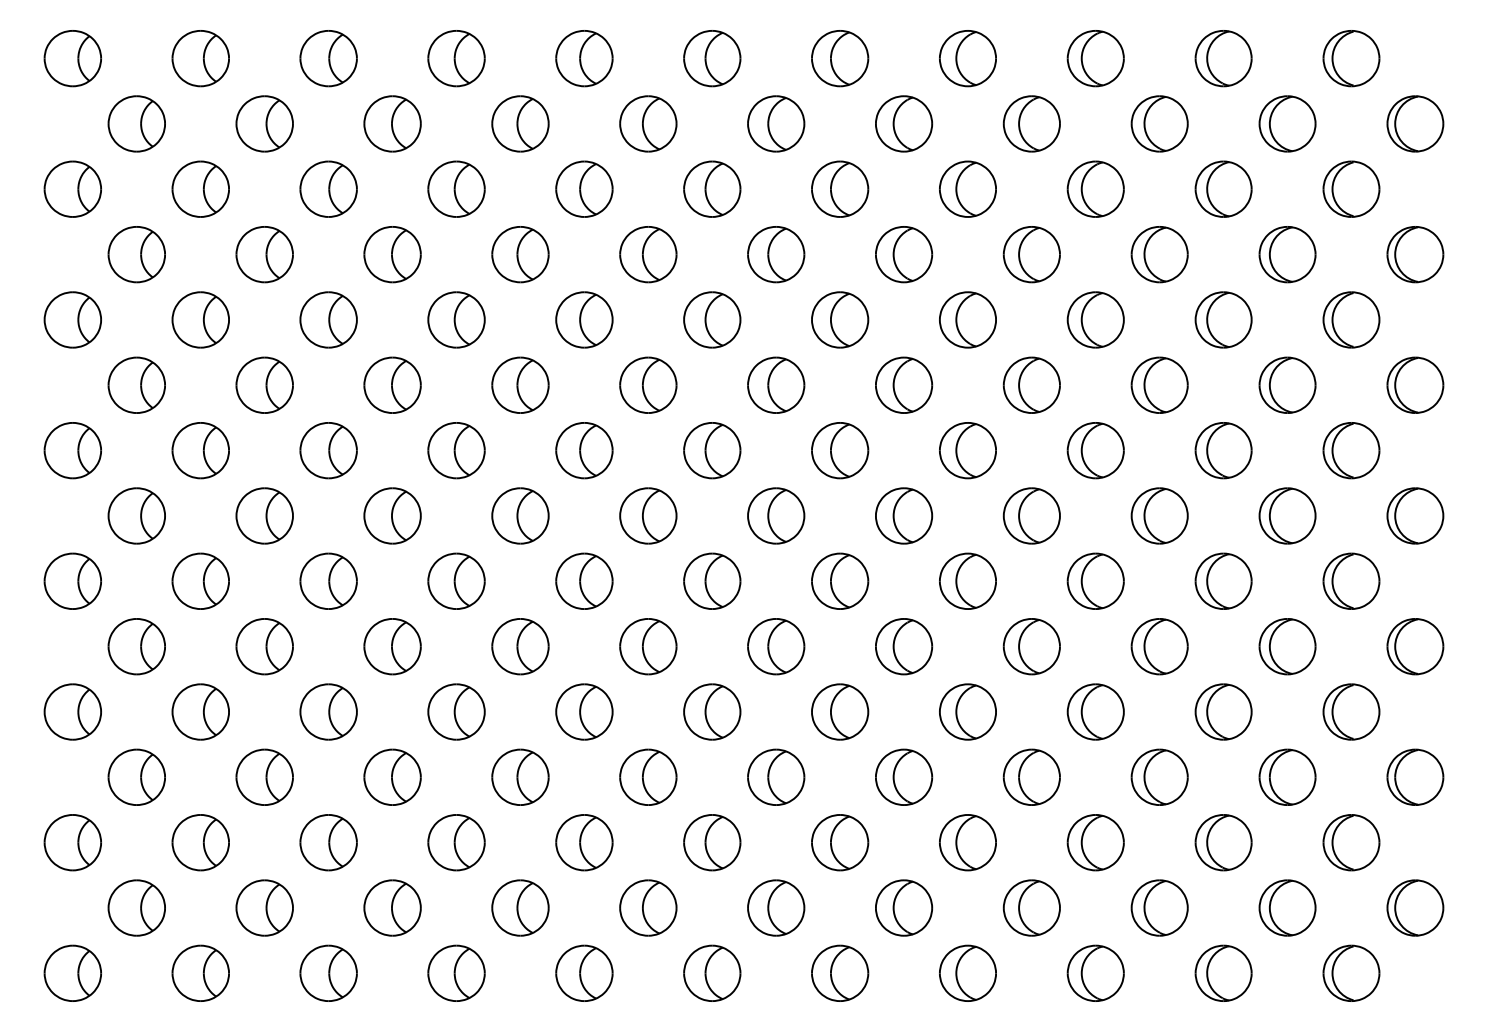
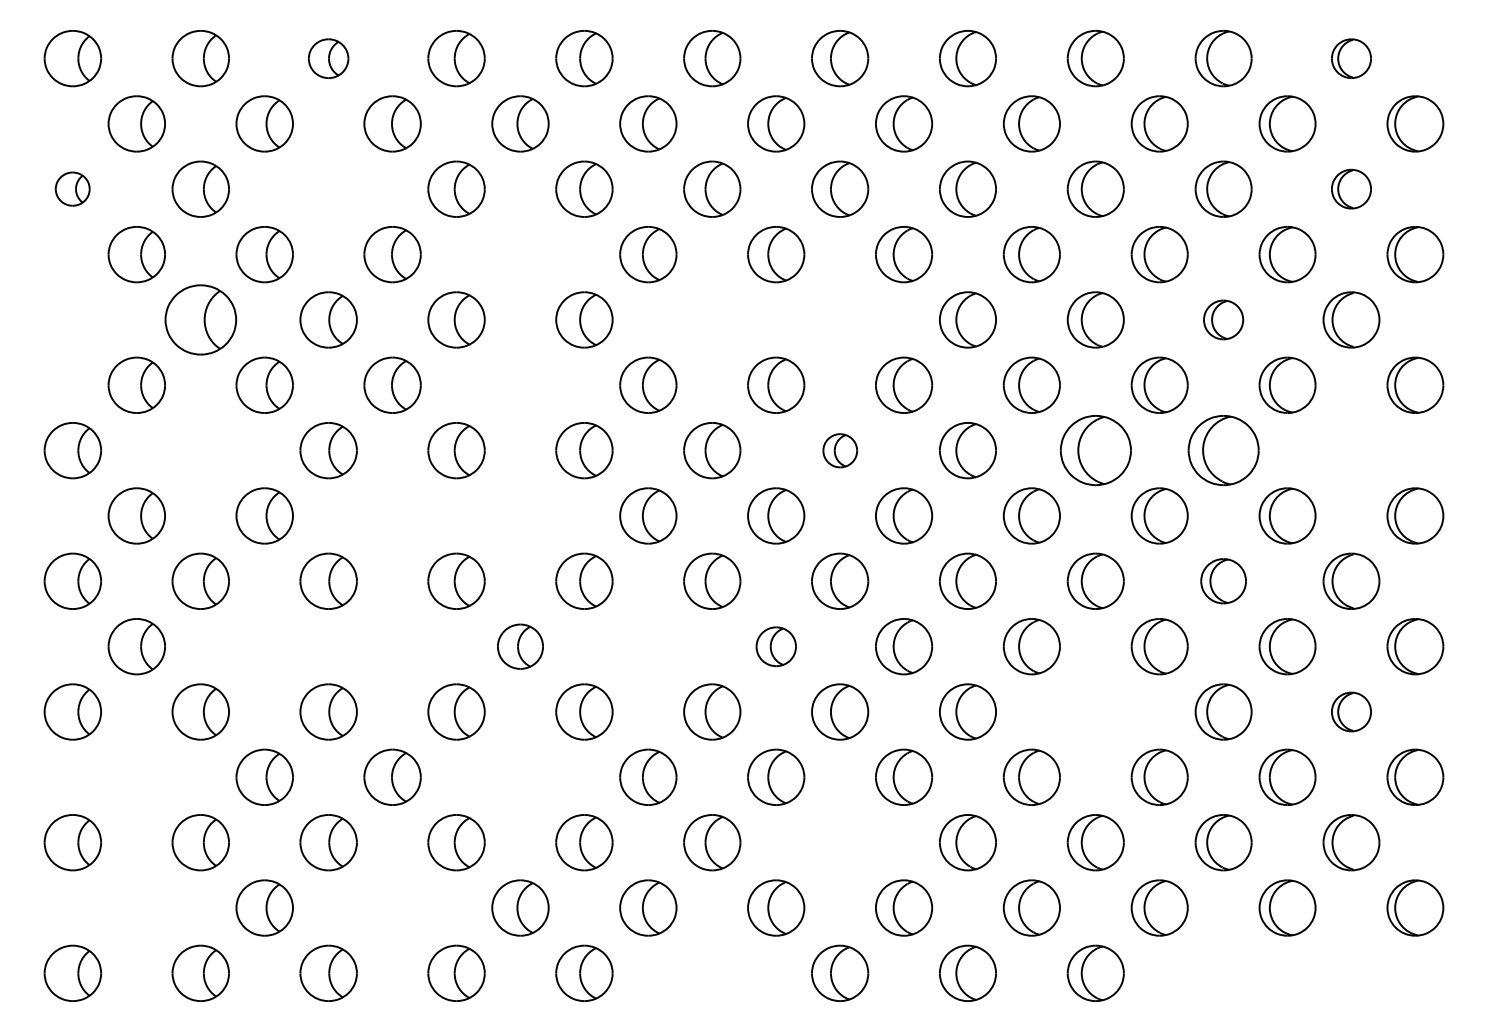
part at (328, 58) size: 59x58 px -> 42x41 px
part at (1351, 58) size: 59x58 px -> 41x41 px
part at (72, 188) size: 59x58 px -> 37x36 px
part at (328, 188): present -> none
part at (1351, 188) size: 59x58 px -> 41x42 px
part at (520, 254): present -> none
part at (72, 319): present -> none
part at (200, 319) size: 59x58 px -> 74x72 px
part at (712, 319): present -> none
part at (840, 319): present -> none
part at (1223, 319) size: 59x58 px -> 42x42 px
part at (520, 384): present -> none
part at (200, 450): present -> none
part at (840, 450) size: 59x58 px -> 37x36 px
part at (1095, 450) size: 59x58 px -> 73x72 px
part at (1223, 450) size: 59x58 px -> 73x72 px
part at (1351, 450): present -> none
part at (392, 515): present -> none
part at (520, 515): present -> none
part at (1223, 580) size: 59x58 px -> 47x47 px
part at (264, 646): present -> none
part at (392, 646): present -> none
part at (520, 646) size: 59x58 px -> 47x47 px
part at (648, 646): present -> none
part at (776, 646) size: 59x58 px -> 42x42 px
part at (1095, 711): present -> none
part at (1351, 711) size: 59x58 px -> 41x42 px
part at (136, 776): present -> none
part at (520, 776): present -> none
part at (840, 842): present -> none
part at (136, 907): present -> none
part at (392, 907): present -> none
part at (712, 972): present -> none
part at (1223, 972): present -> none
part at (1351, 972): present -> none
